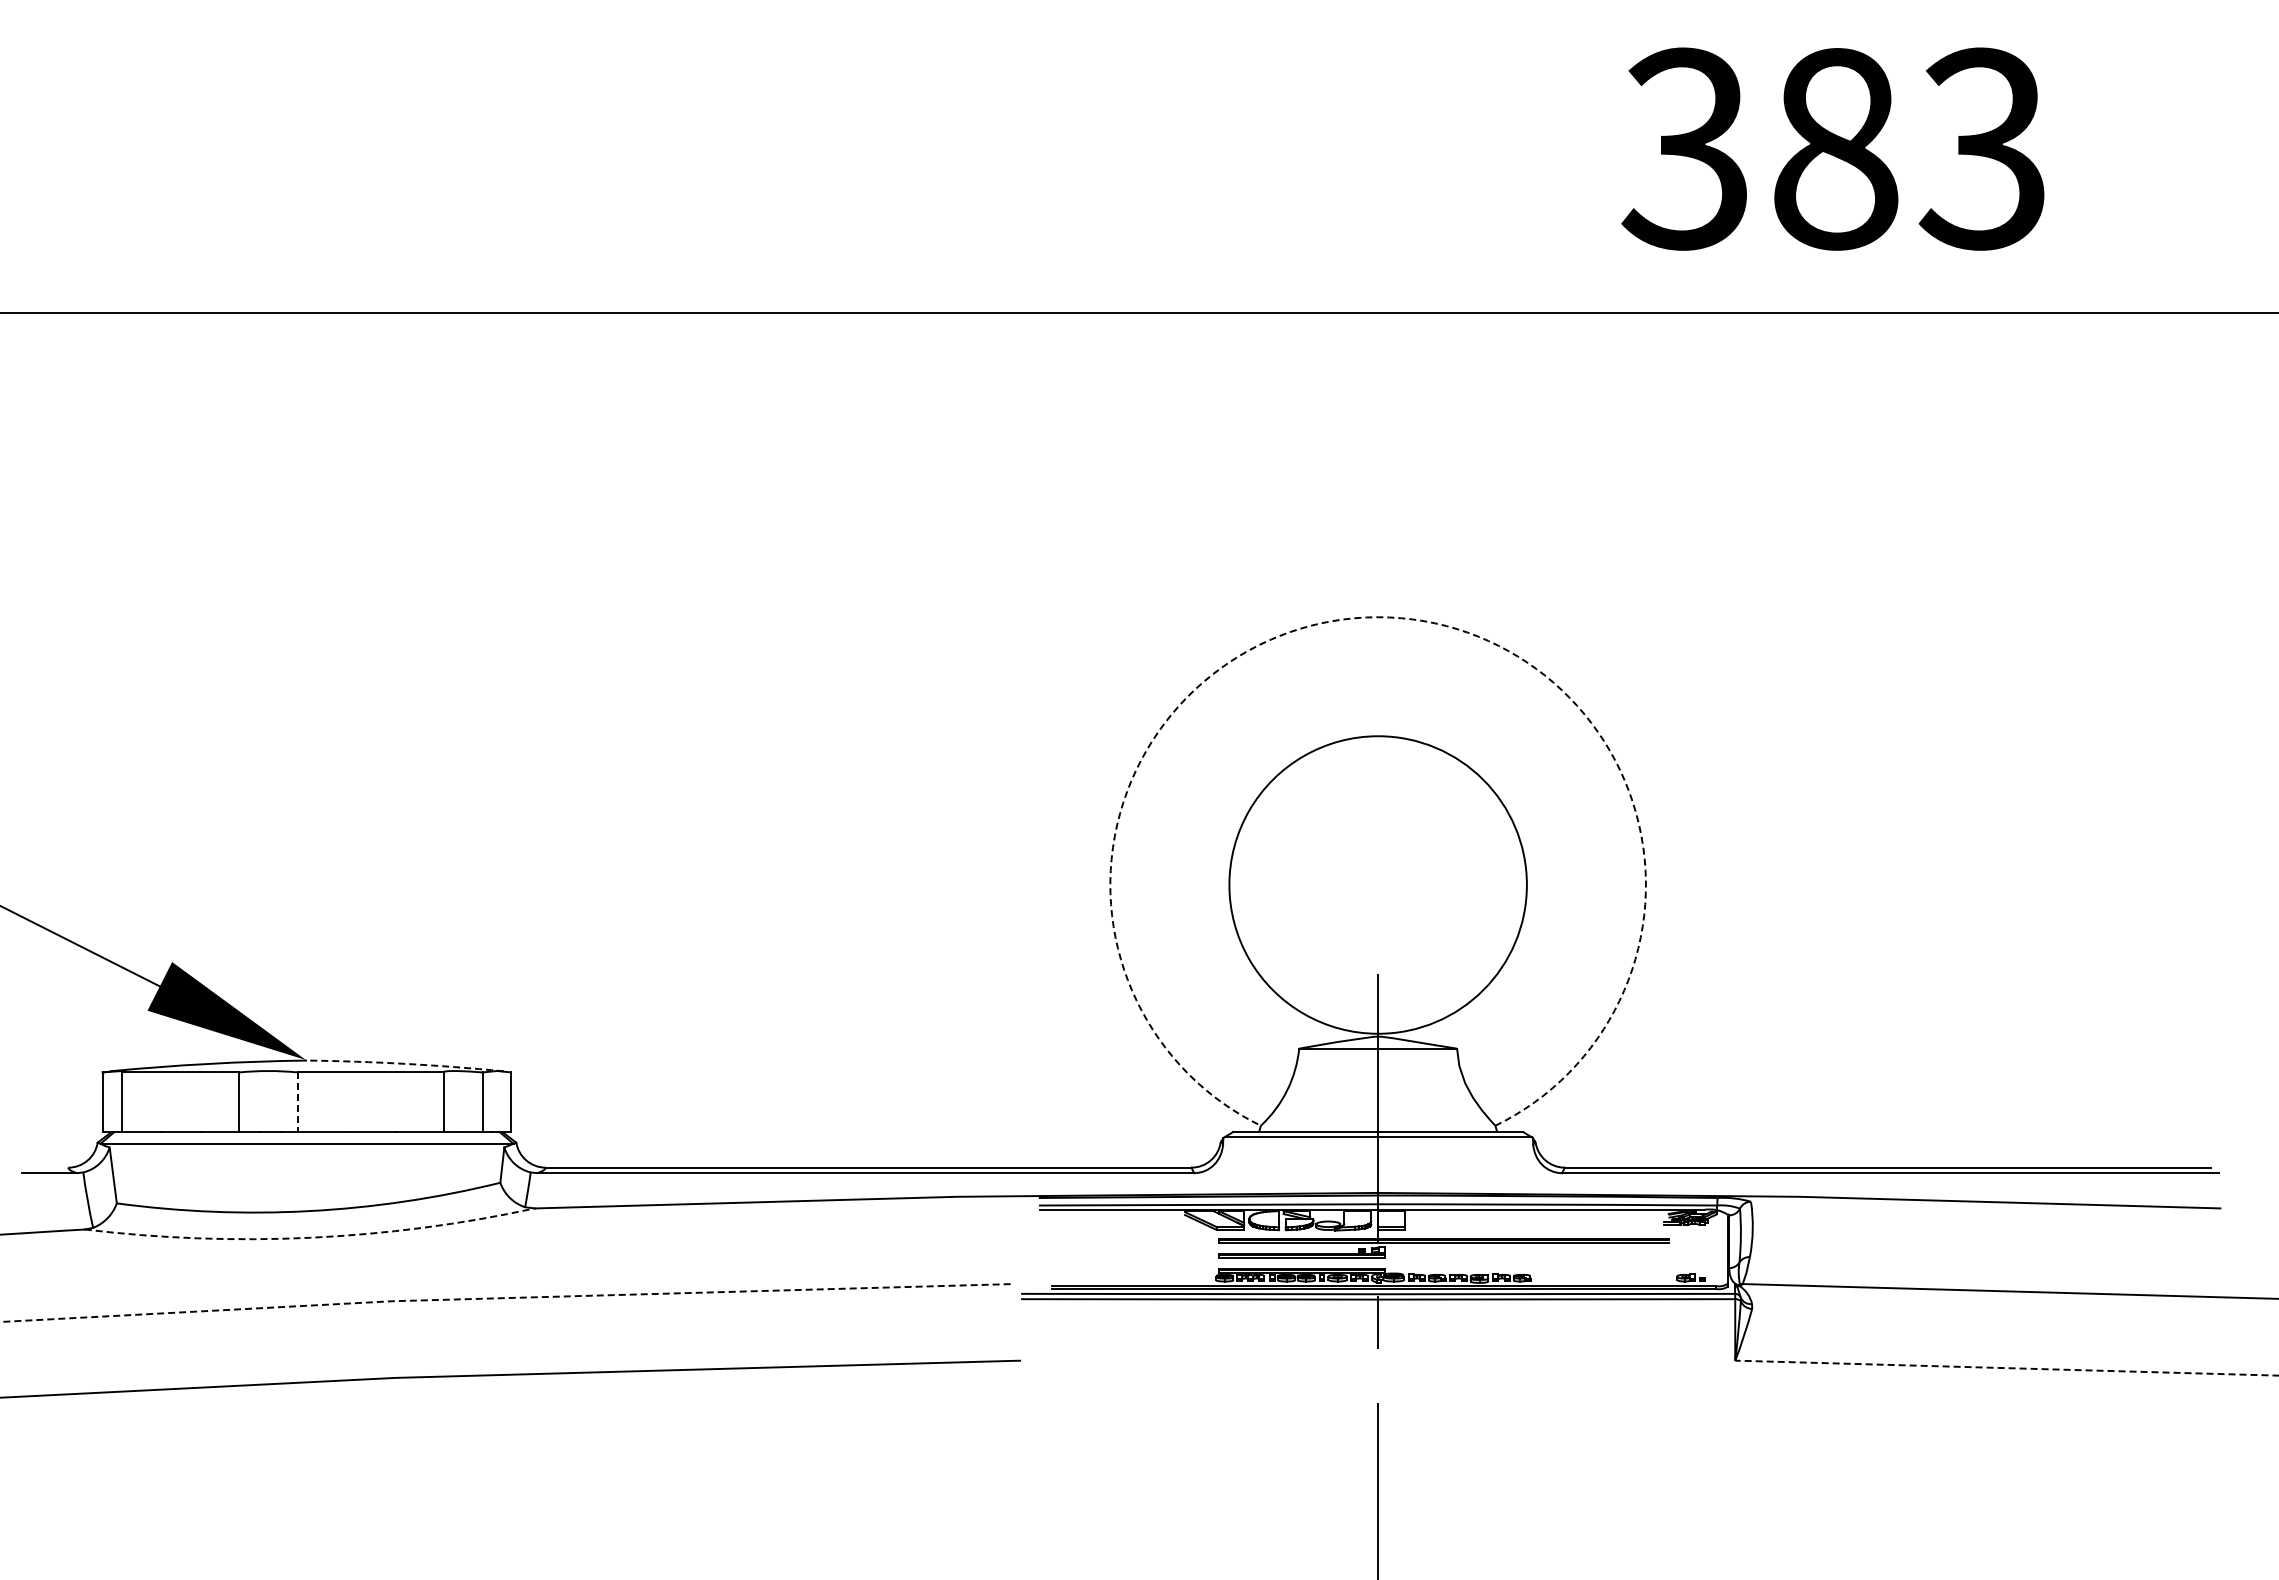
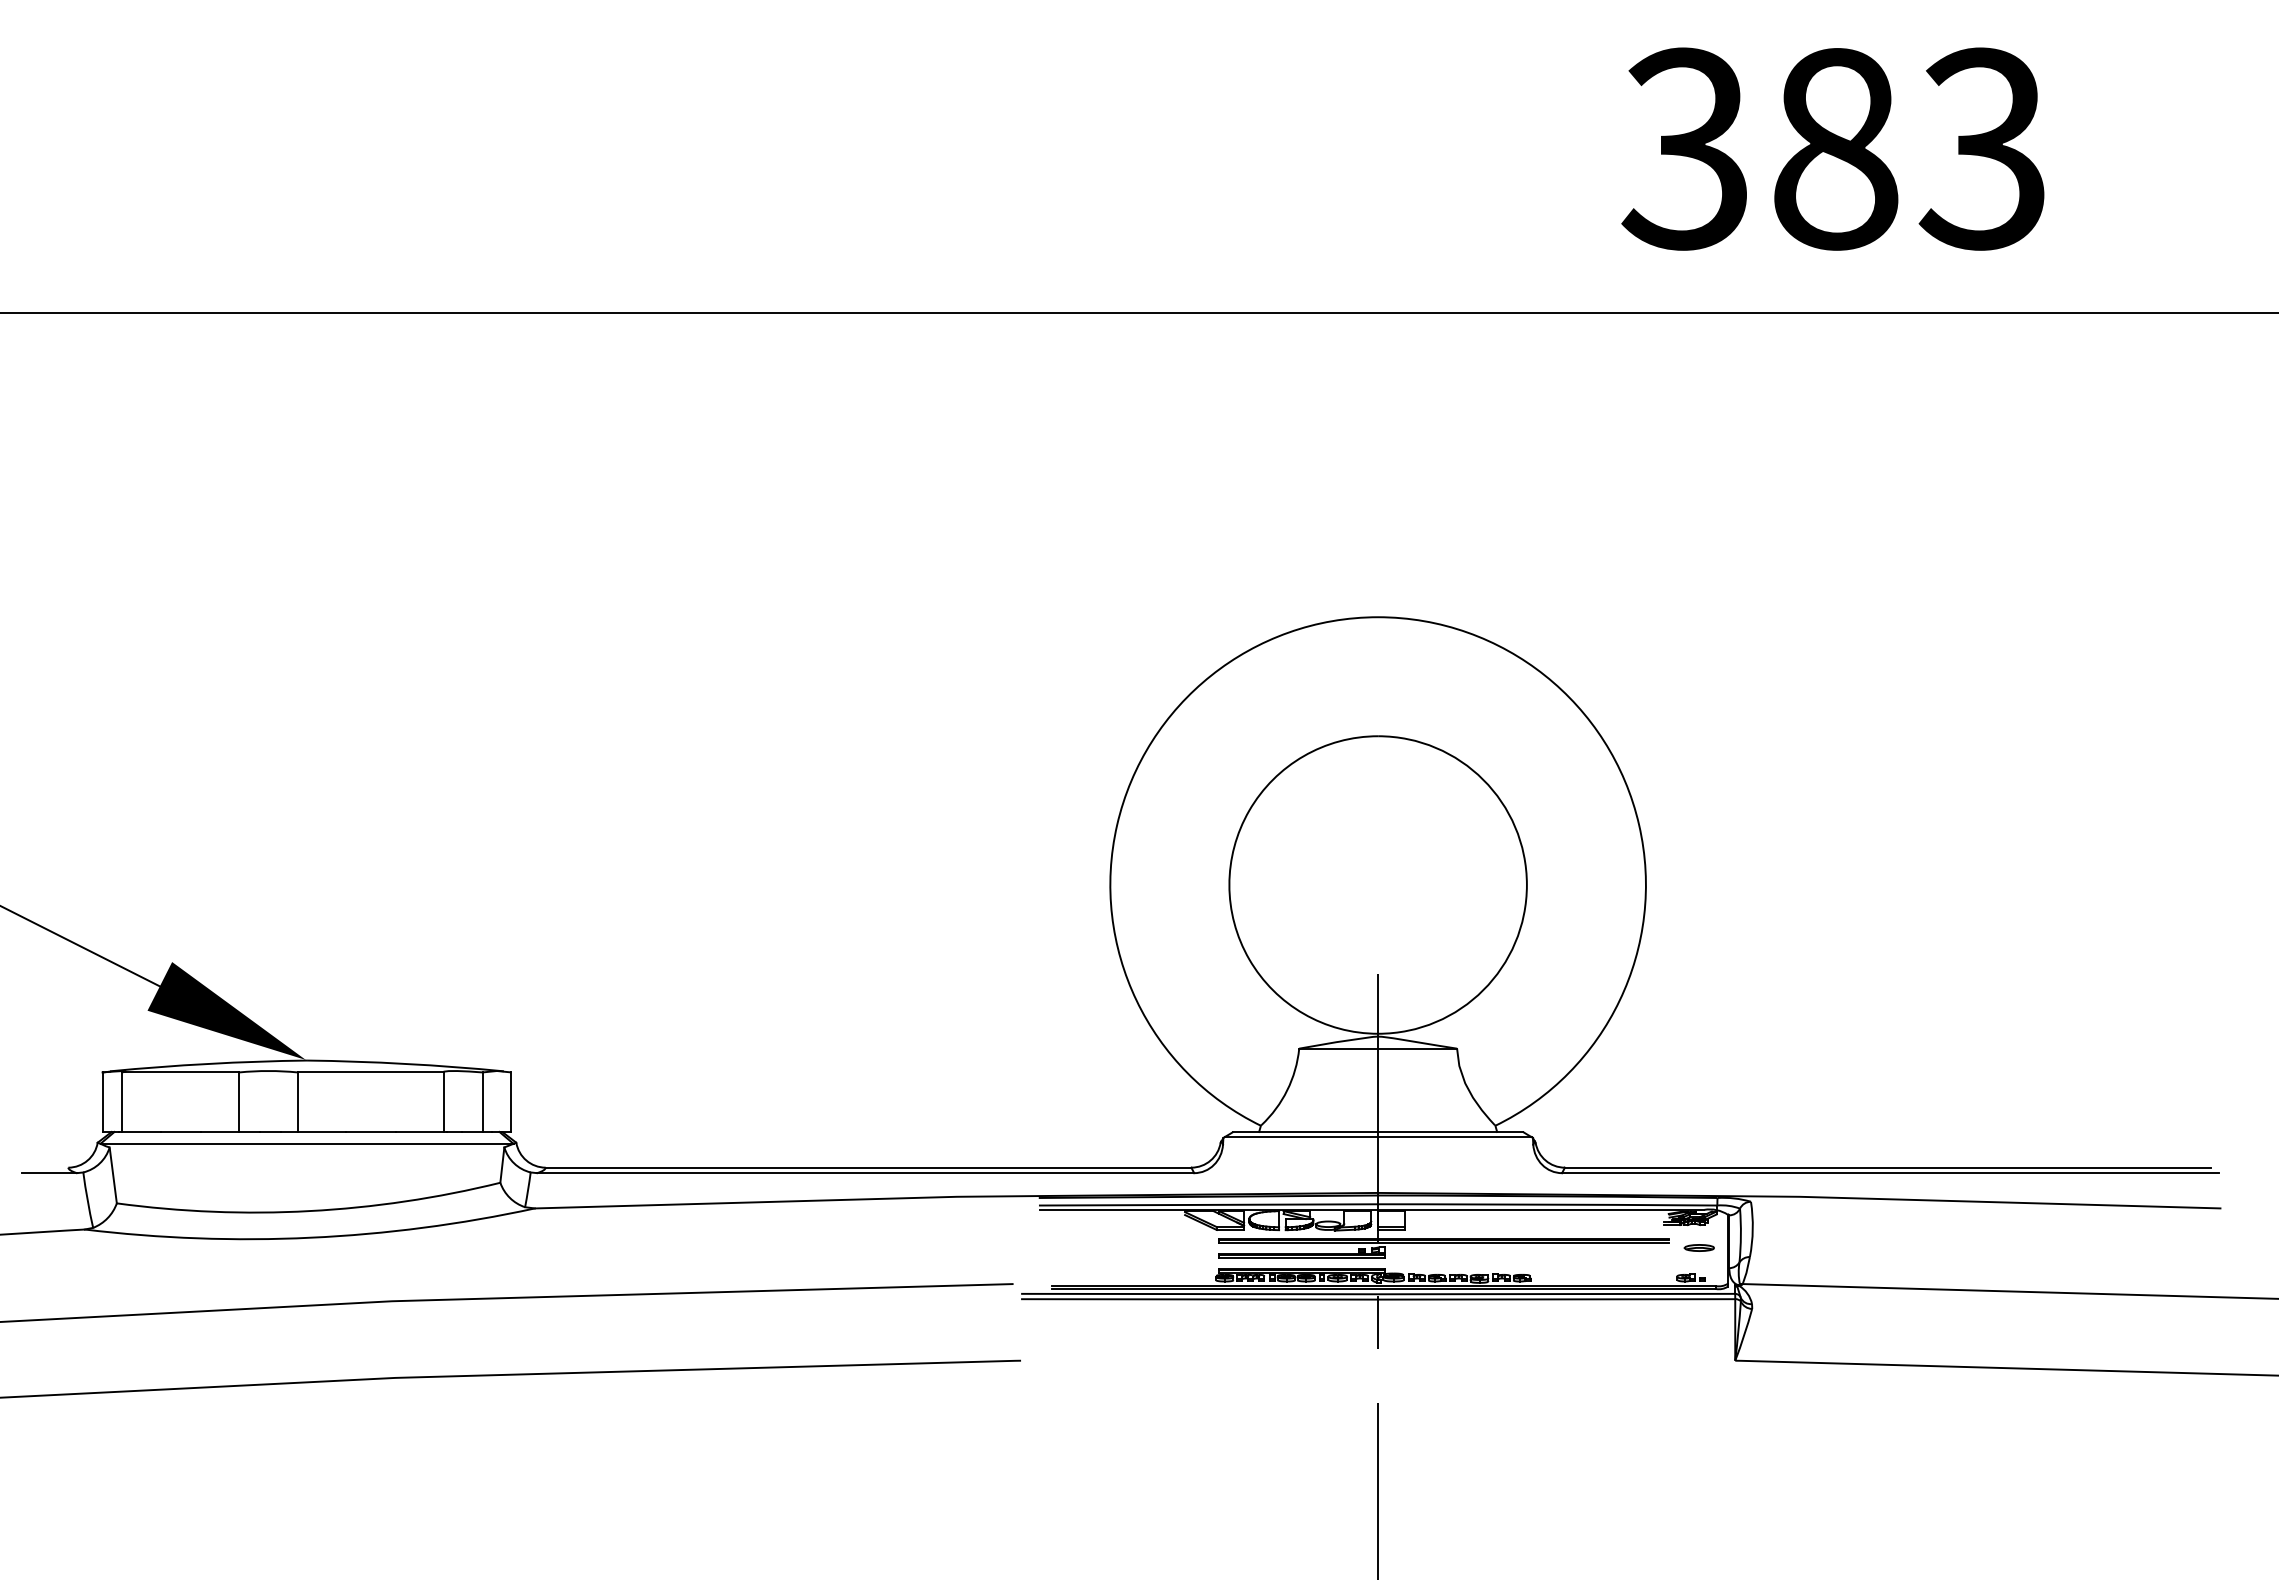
arc at (1378, 617): dashed -> solid
arc at (405, 1063): dashed -> solid
line at (297, 1102): dashed -> solid
arc at (310, 1237): dashed -> solid
part at (1698, 1247): none -> present
line at (506, 1298): dashed -> solid
line at (2005, 1368): dashed -> solid
